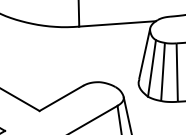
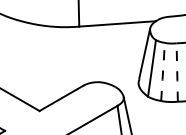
line at (163, 72): solid -> dashed
line at (177, 72): solid -> dashed
